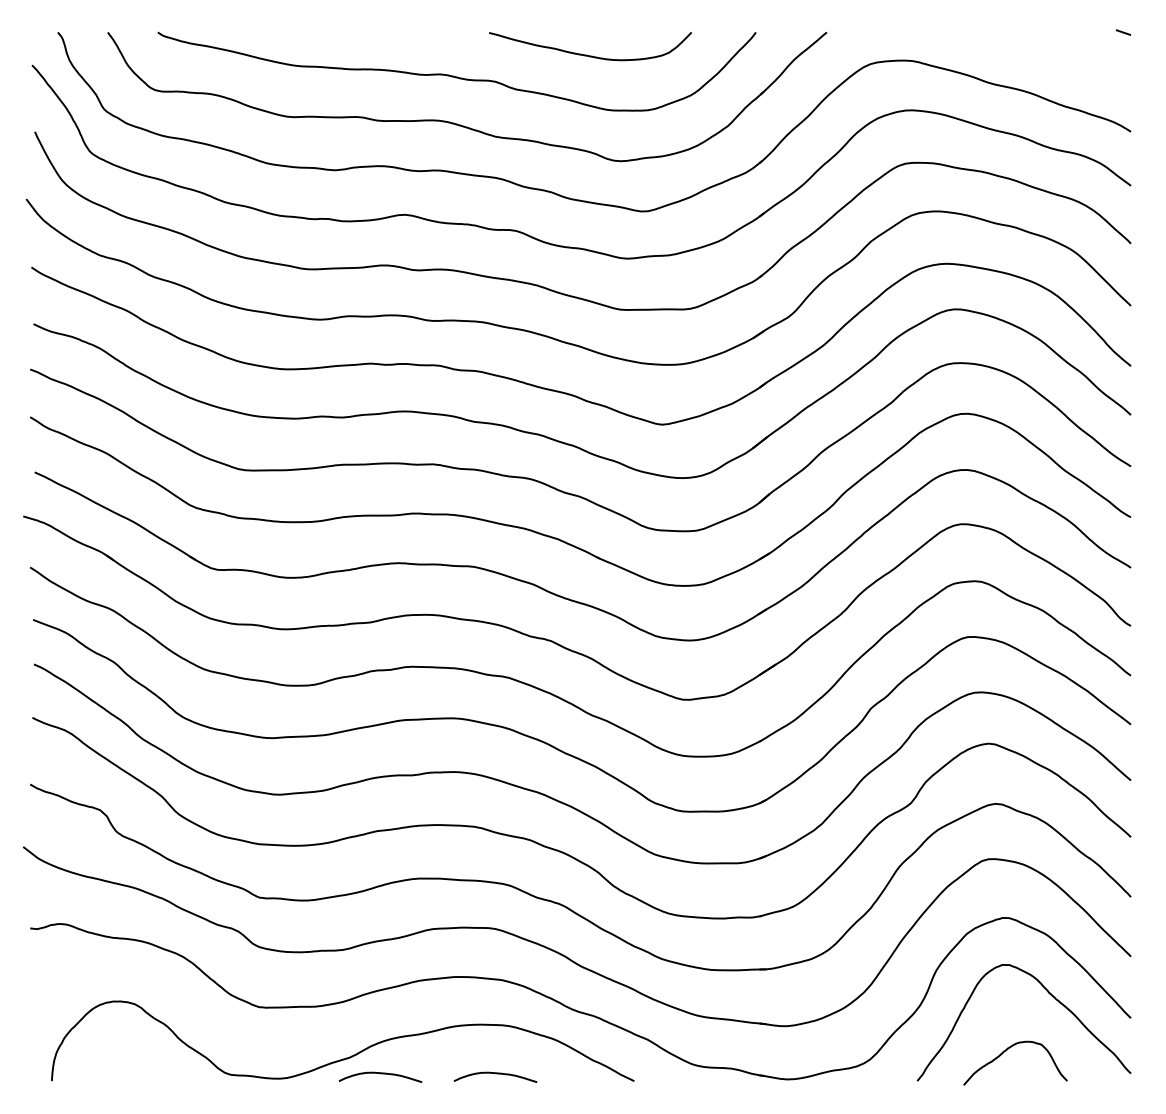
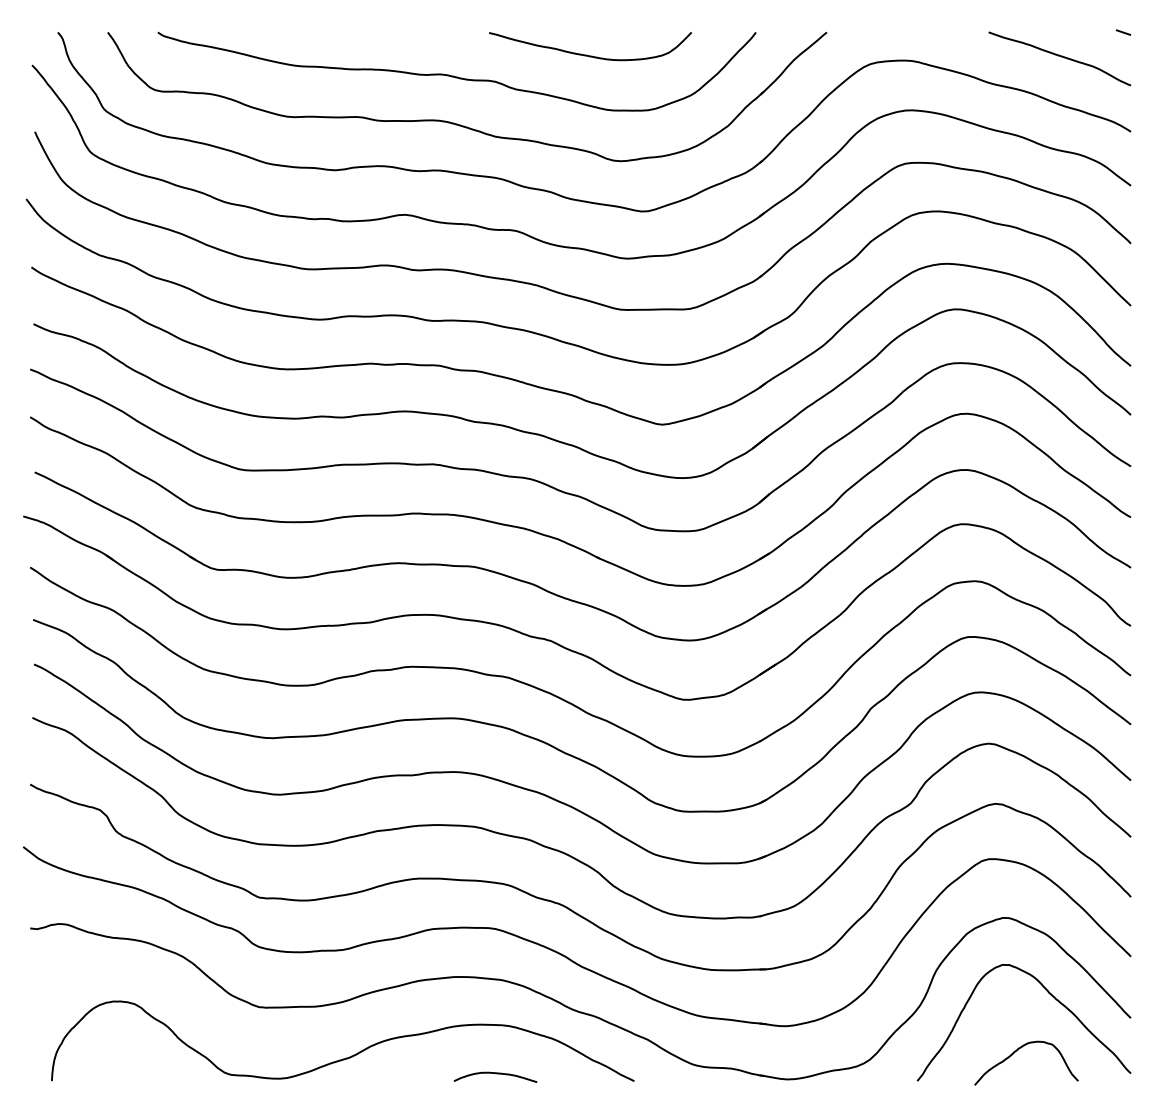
curve at (1059, 56): none -> present
curve at (1006, 1051) position: (1006, 1051) -> (1017, 1051)
curve at (380, 1074): present -> none
